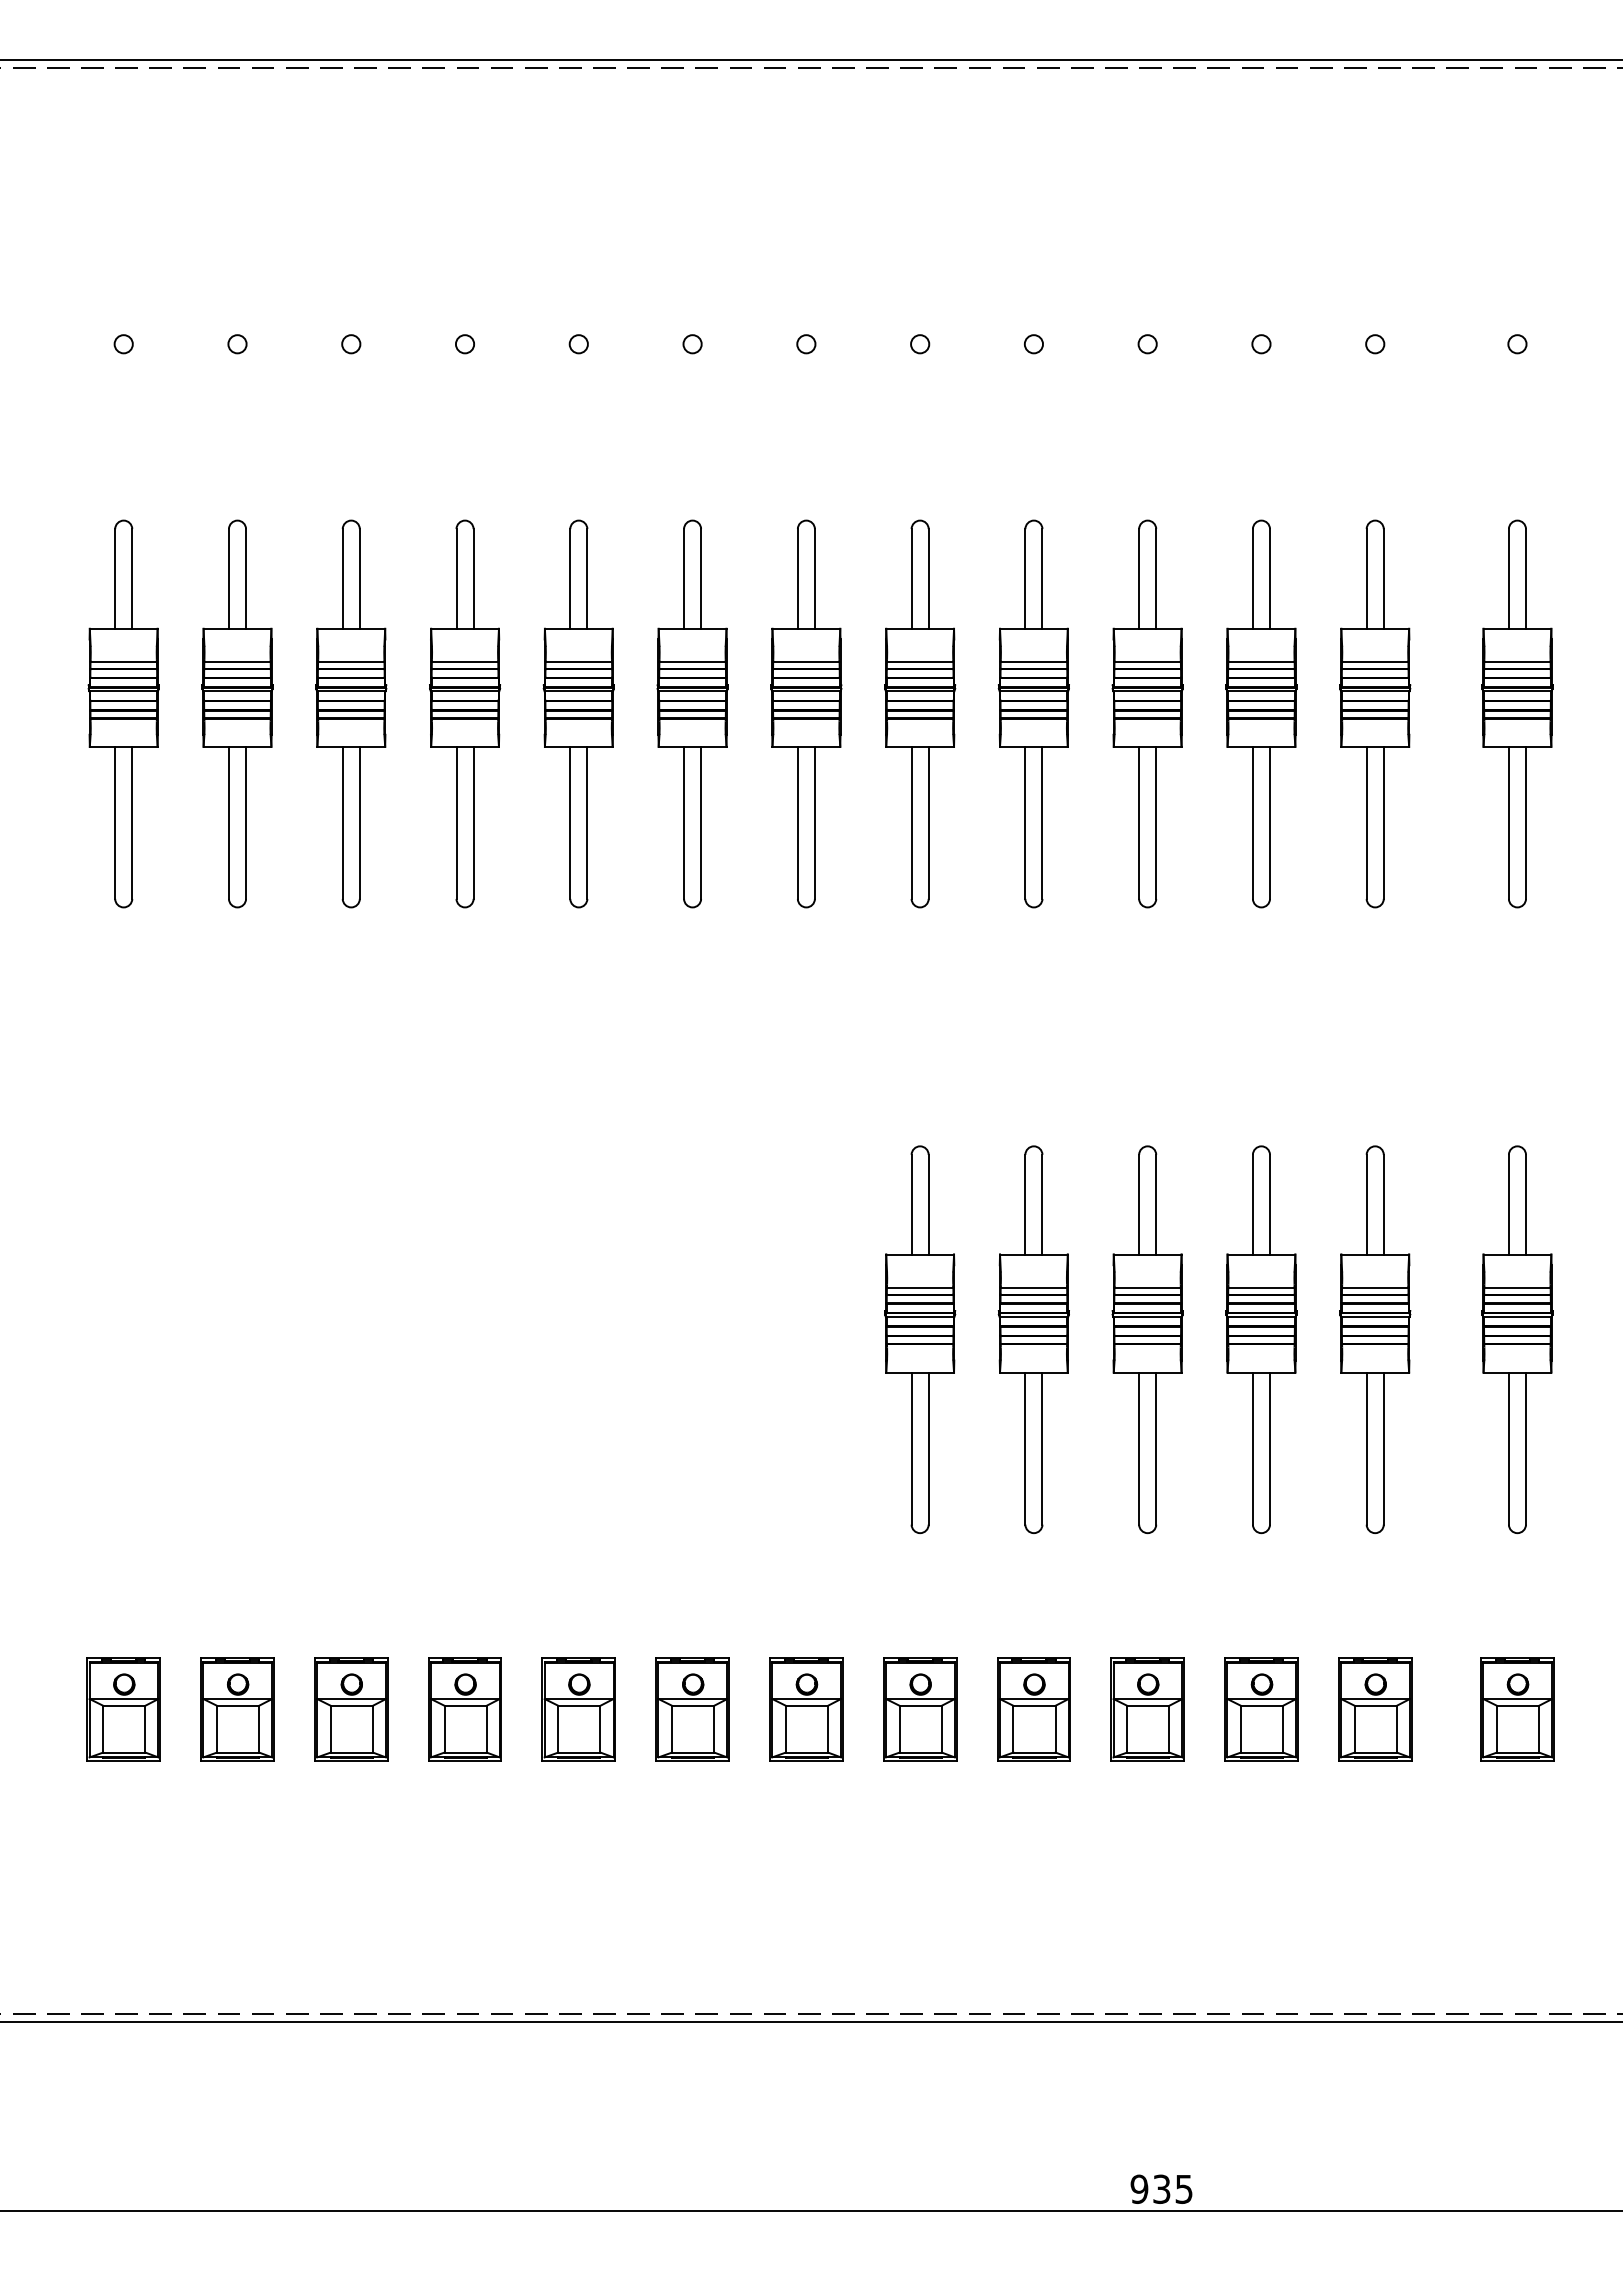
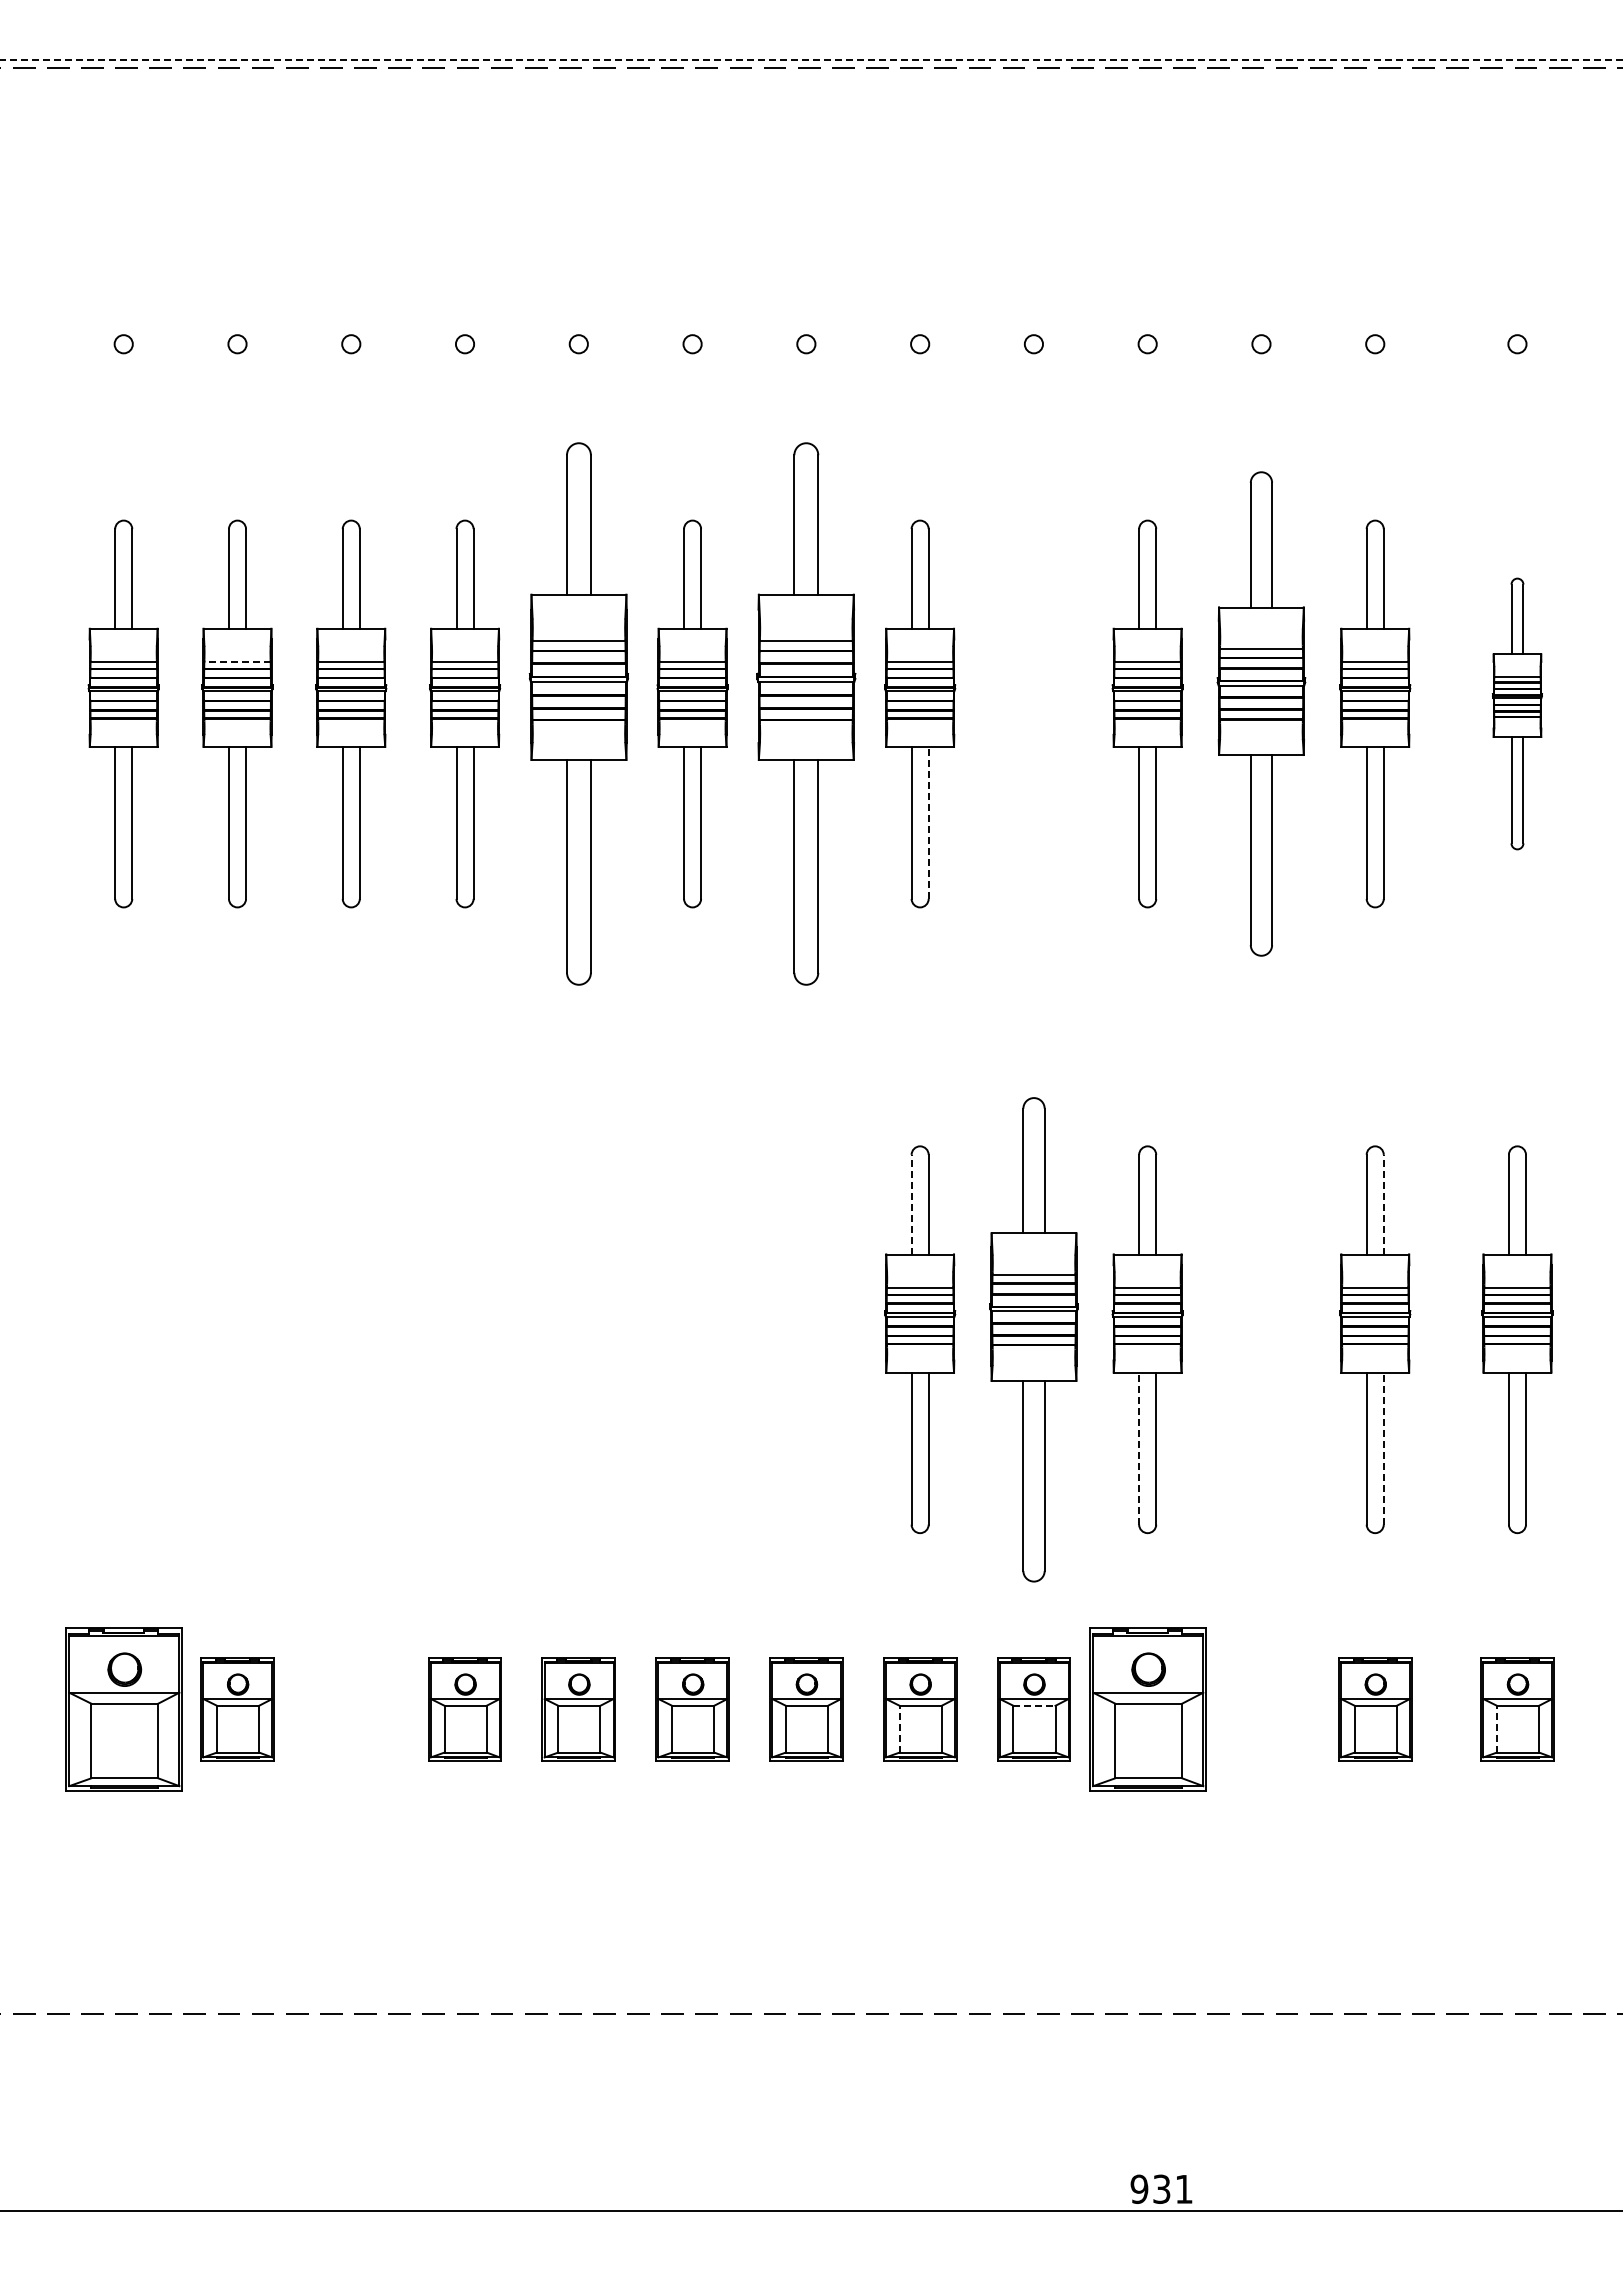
line at (811, 59): solid -> dashed
line at (237, 661): solid -> dashed
part at (578, 713) size: 73x390 px -> 101x544 px
part at (806, 713) size: 73x390 px -> 101x544 px
part at (1033, 713): present -> none
part at (1261, 713) size: 73x390 px -> 91x486 px
part at (1517, 713) size: 73x390 px -> 51x274 px
line at (928, 822): solid -> dashed
line at (911, 1204): solid -> dashed
line at (1383, 1204): solid -> dashed
part at (1033, 1339) size: 73x389 px -> 90x486 px
part at (1261, 1339): present -> none
line at (1139, 1448): solid -> dashed
line at (1383, 1448): solid -> dashed
line at (1034, 1705): solid -> dashed
part at (123, 1709) size: 75x105 px -> 118x165 px
part at (351, 1709): present -> none
part at (1147, 1709) size: 75x105 px -> 118x165 px
part at (1261, 1709): present -> none
line at (899, 1728): solid -> dashed
line at (1496, 1728): solid -> dashed
line at (810, 2022): present -> none
text at (1183, 2189): 935 -> 931
